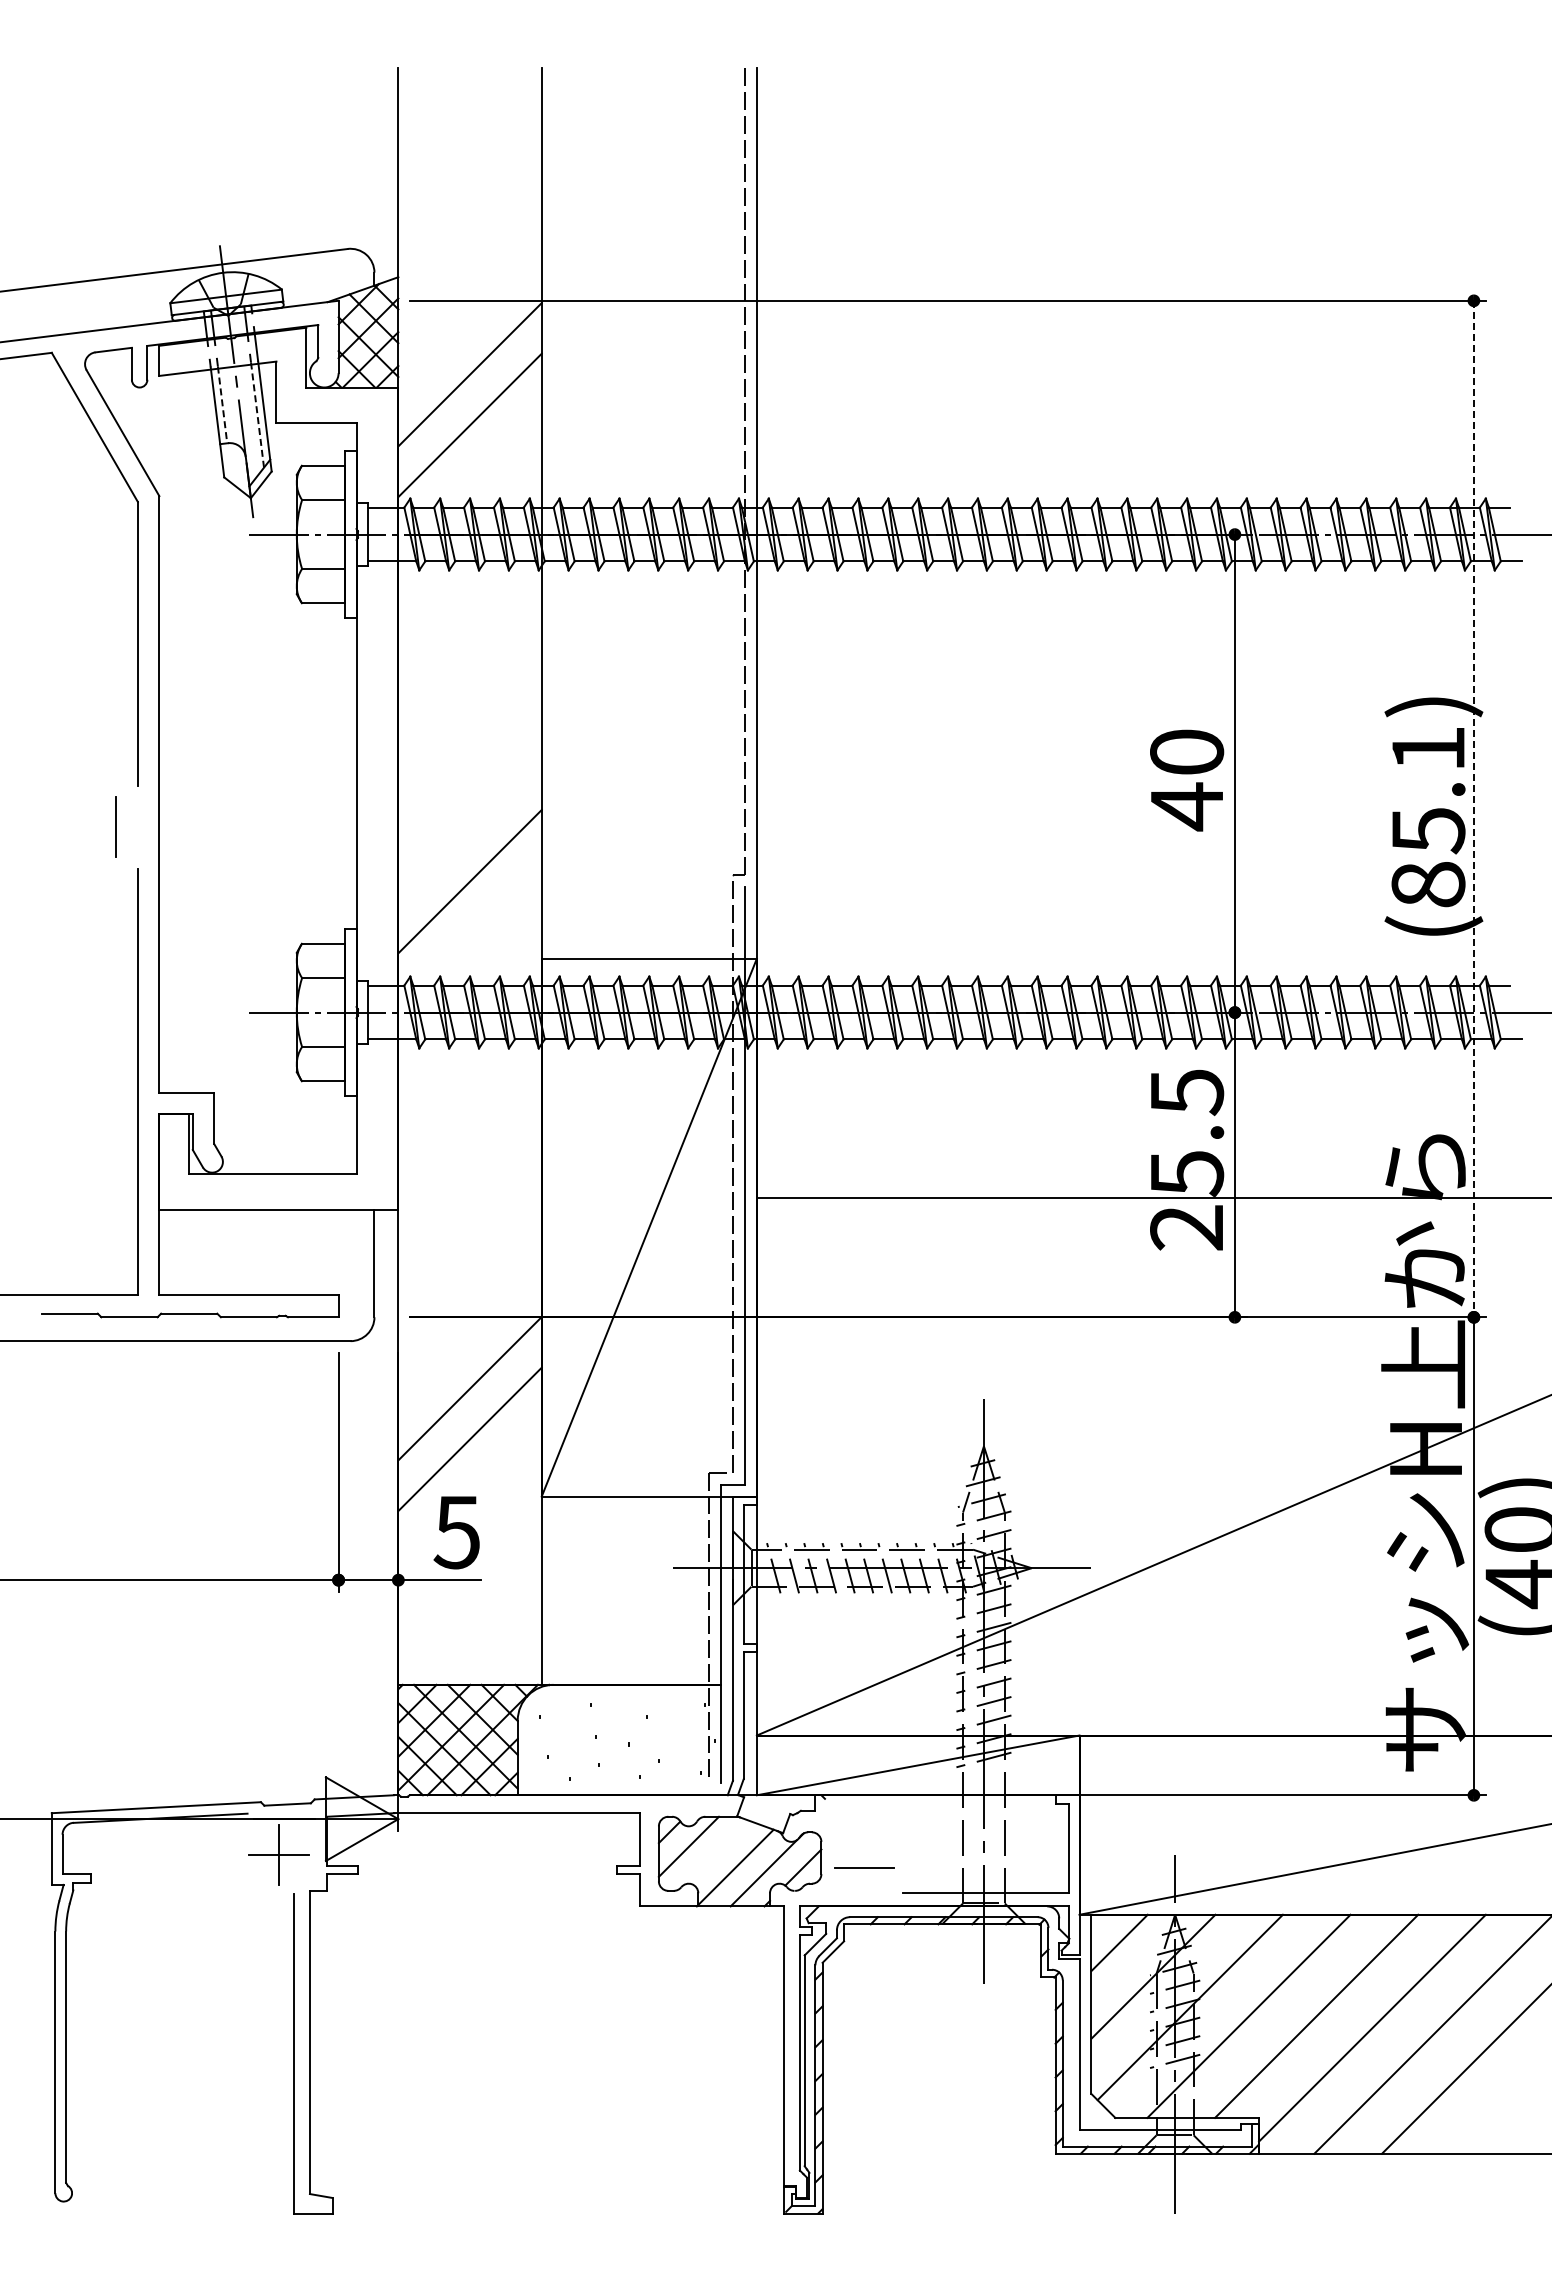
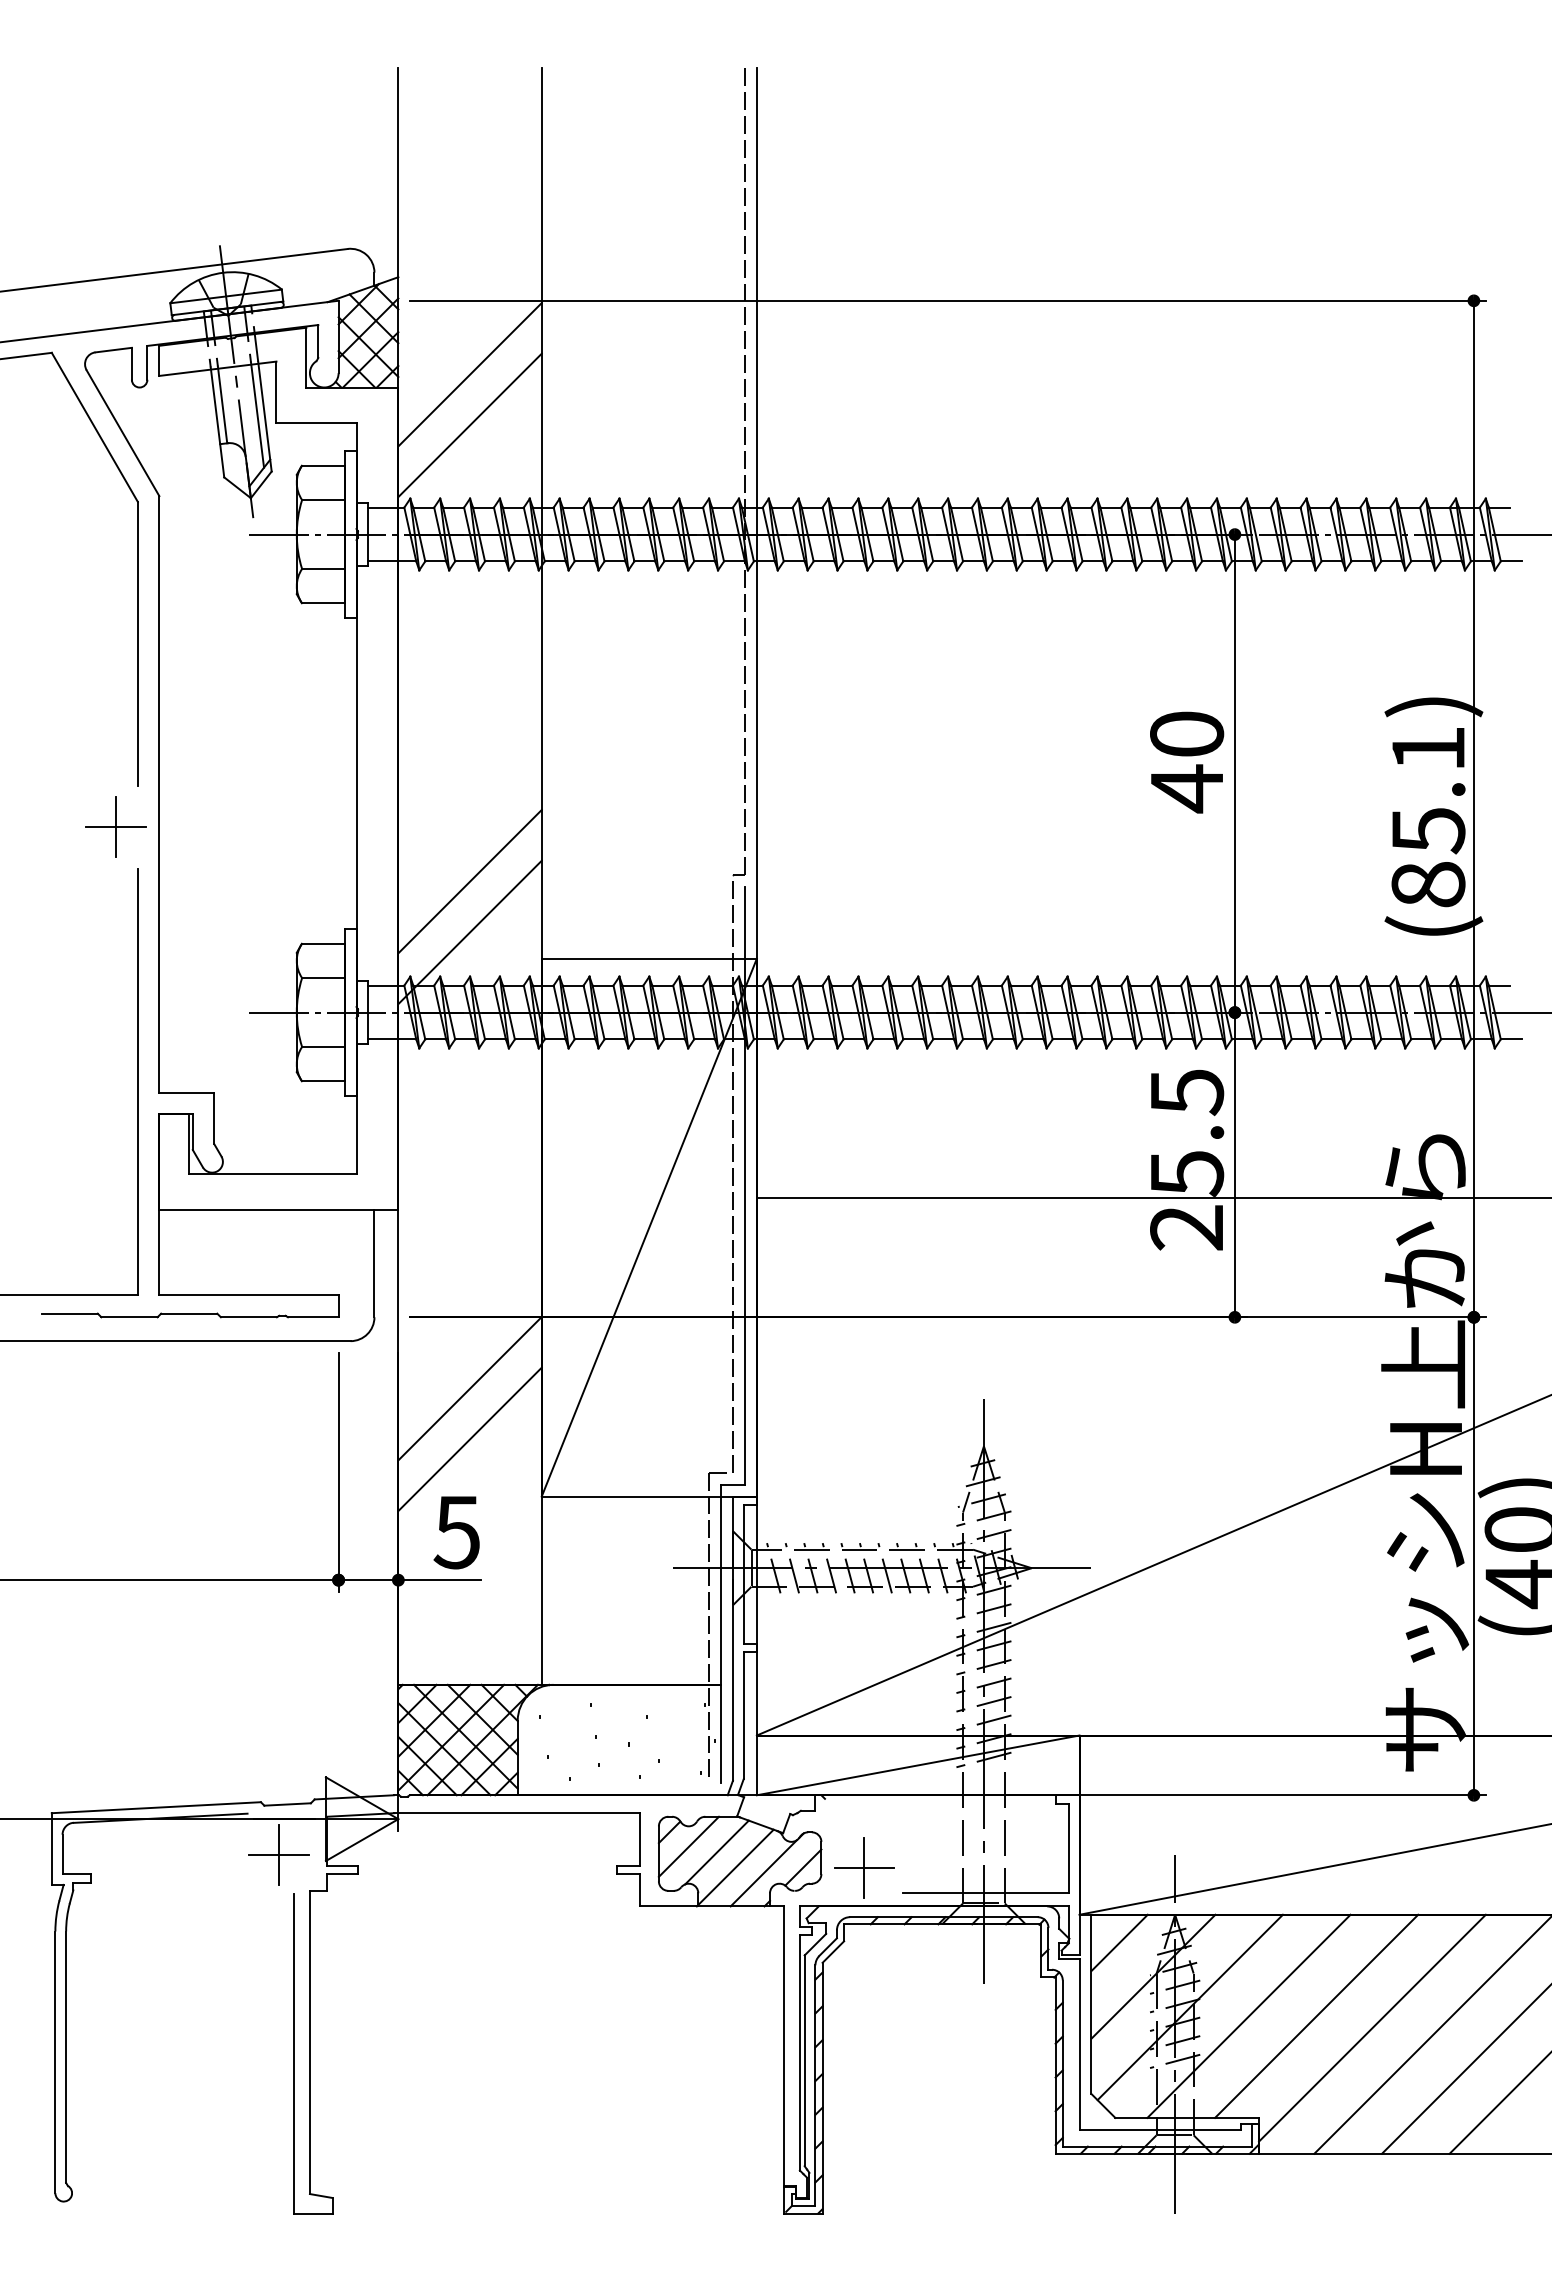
line at (222, 404): dashed -> solid
line at (257, 415): dashed -> solid
text at (1187, 780) position: (1187, 780) -> (1187, 762)
line at (1473, 809): dashed -> solid
line at (116, 827): none -> present
line at (469, 932): none -> present
line at (716, 1852): none -> present
line at (864, 1868): none -> present
line at (1498, 2103): none -> present
